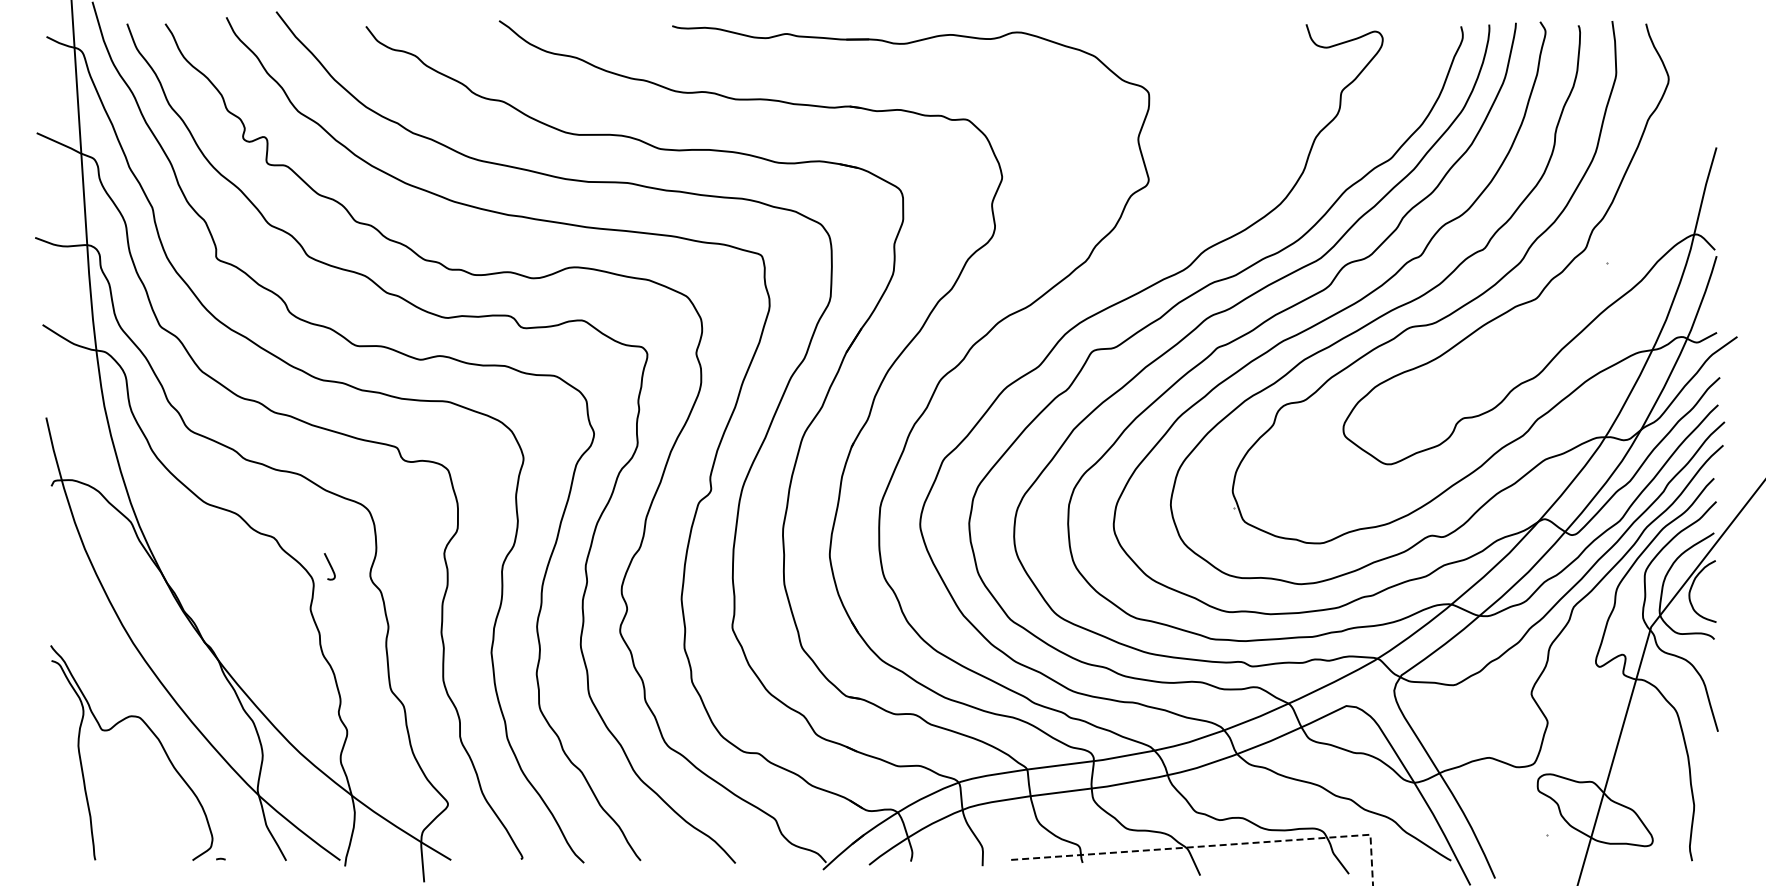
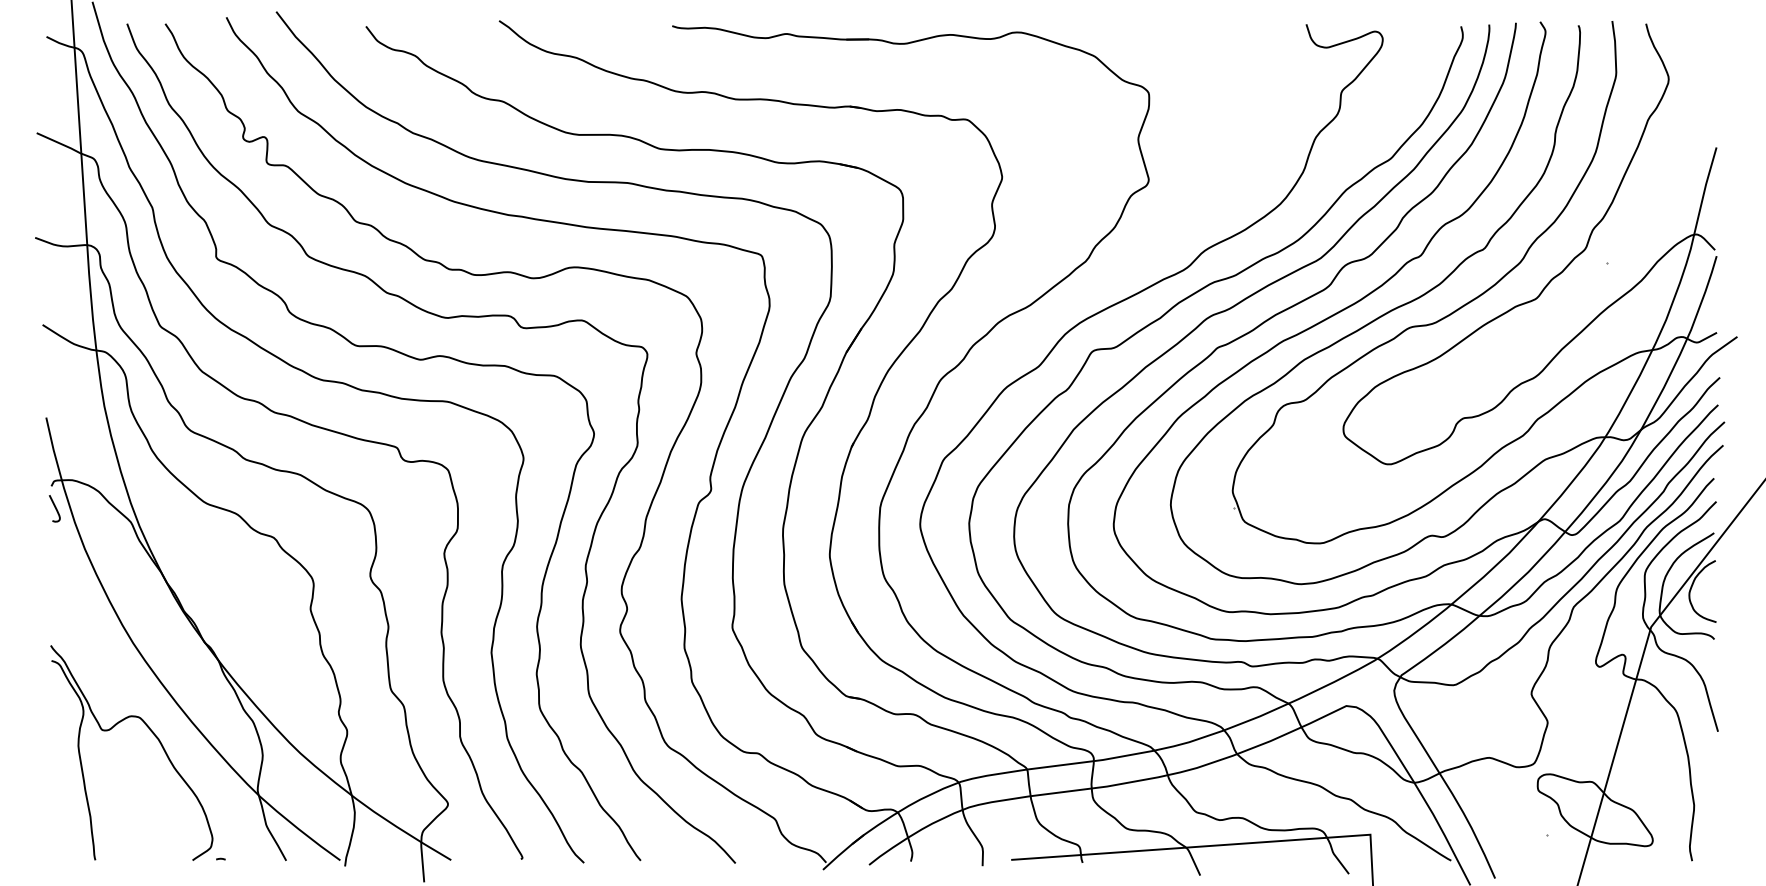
curve at (329, 565) position: (329, 565) -> (54, 507)
line at (1217, 845): dashed -> solid
